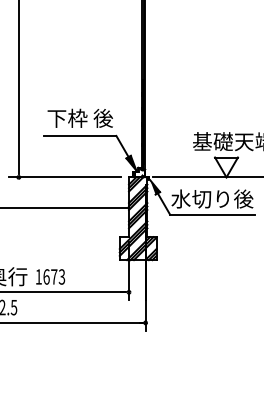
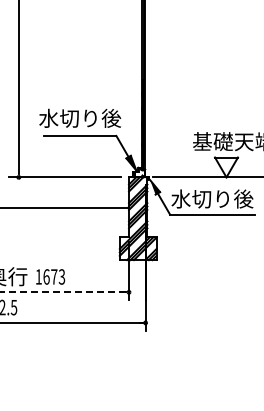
text at (80, 117): 下枠 後 -> 水切り後
line at (63, 292): solid -> dashed
